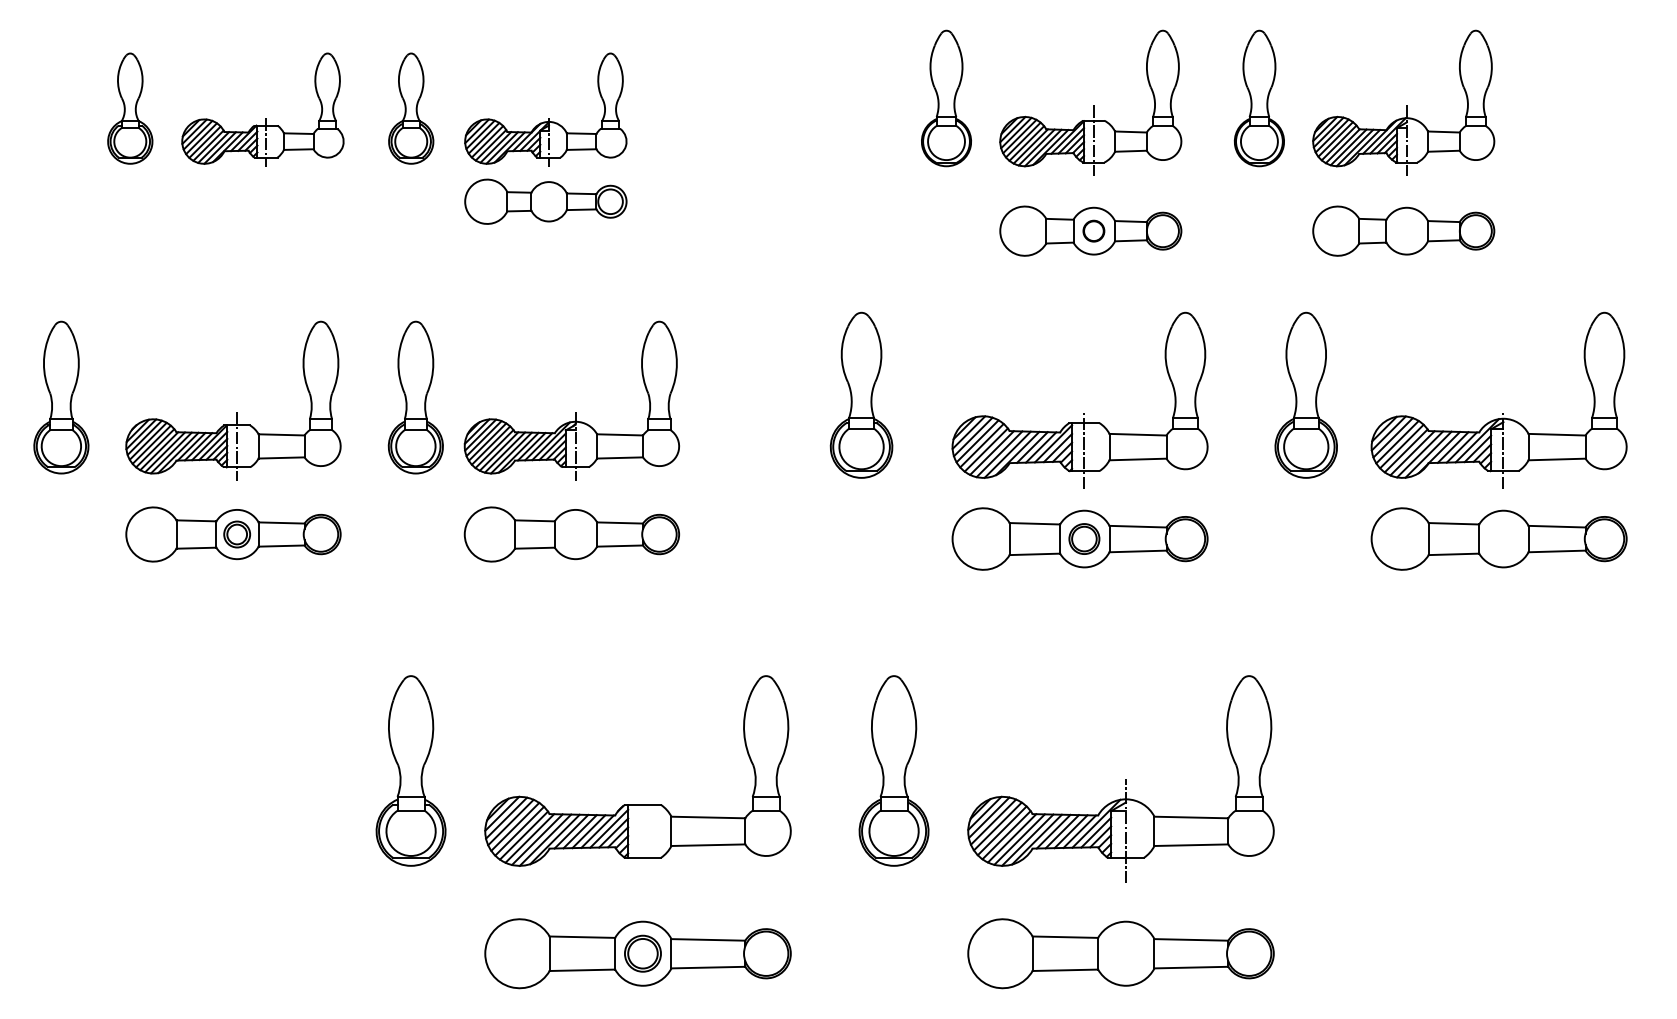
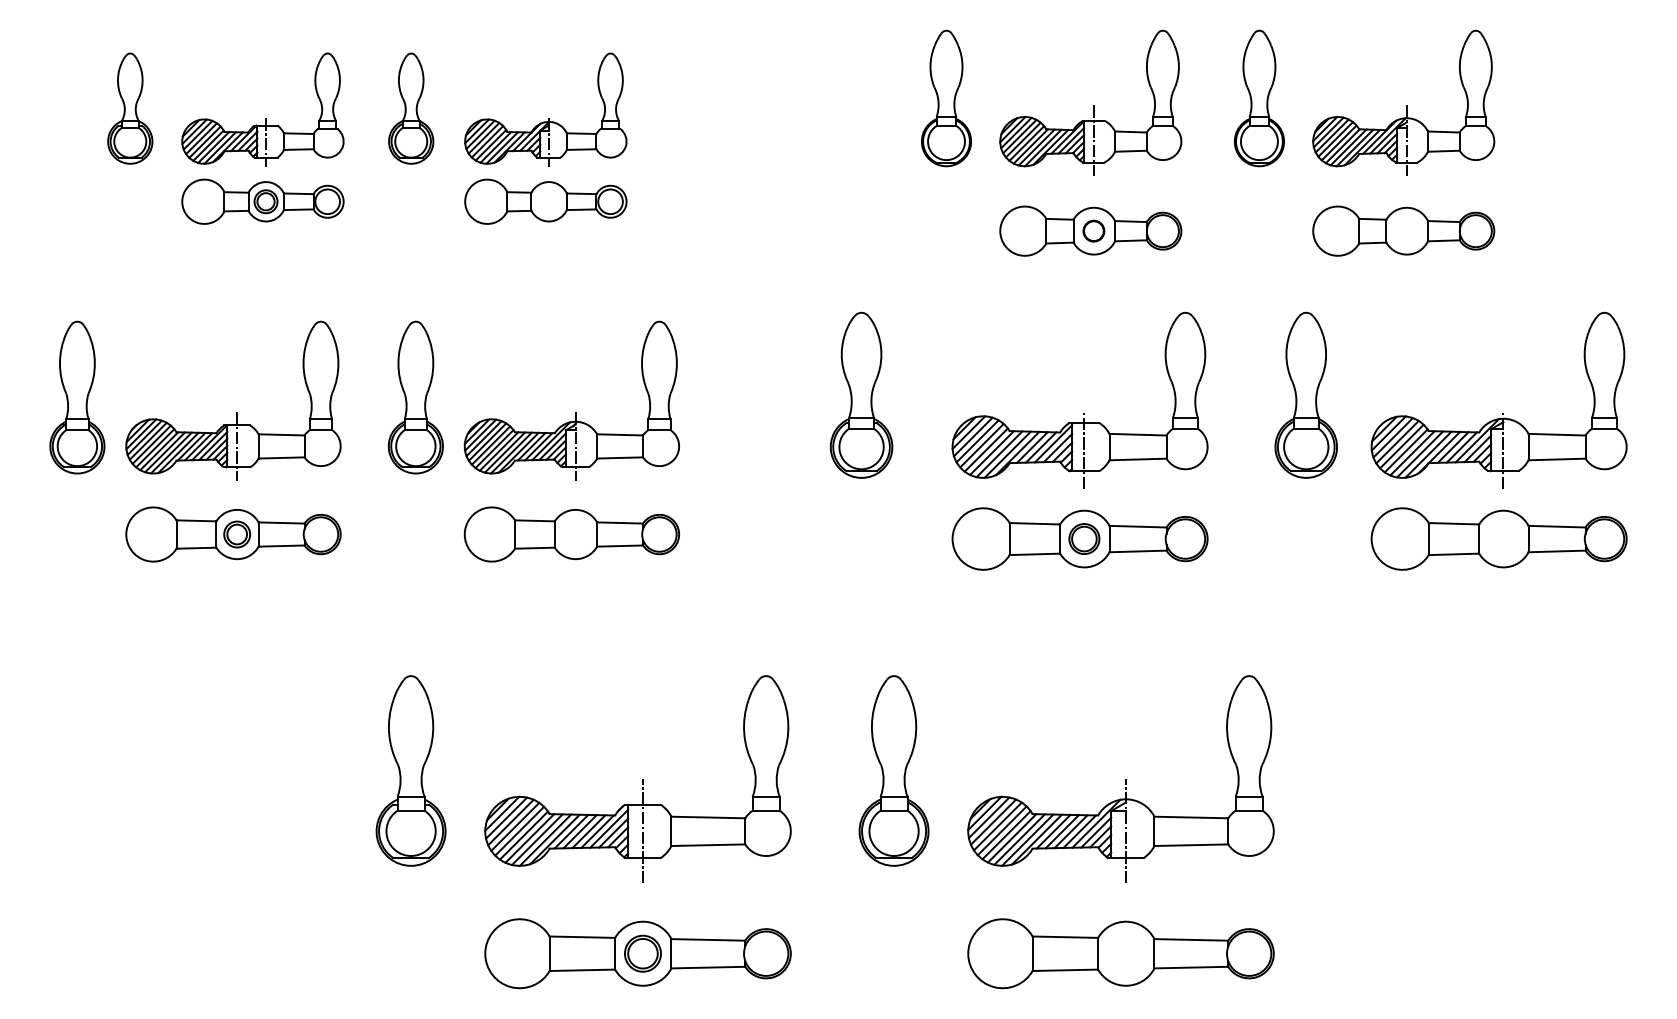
part at (262, 201): none -> present
part at (61, 397) position: (61, 397) -> (77, 397)
line at (642, 830): none -> present
